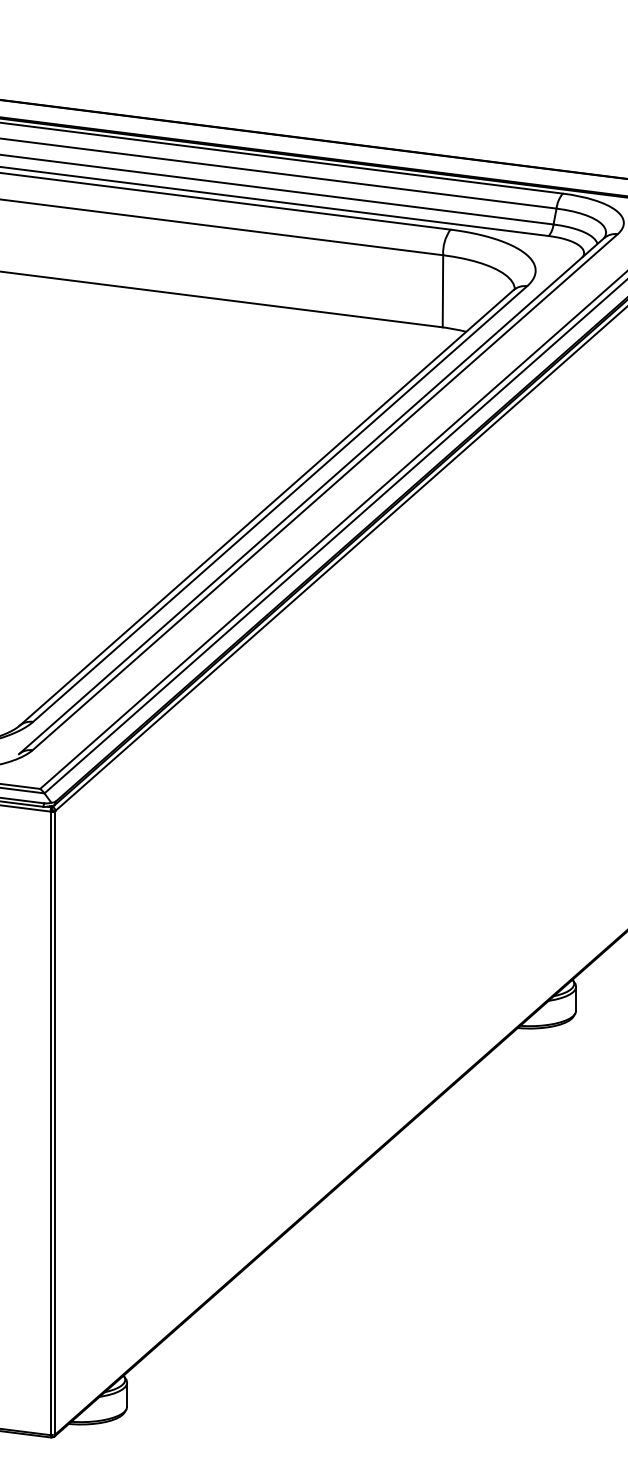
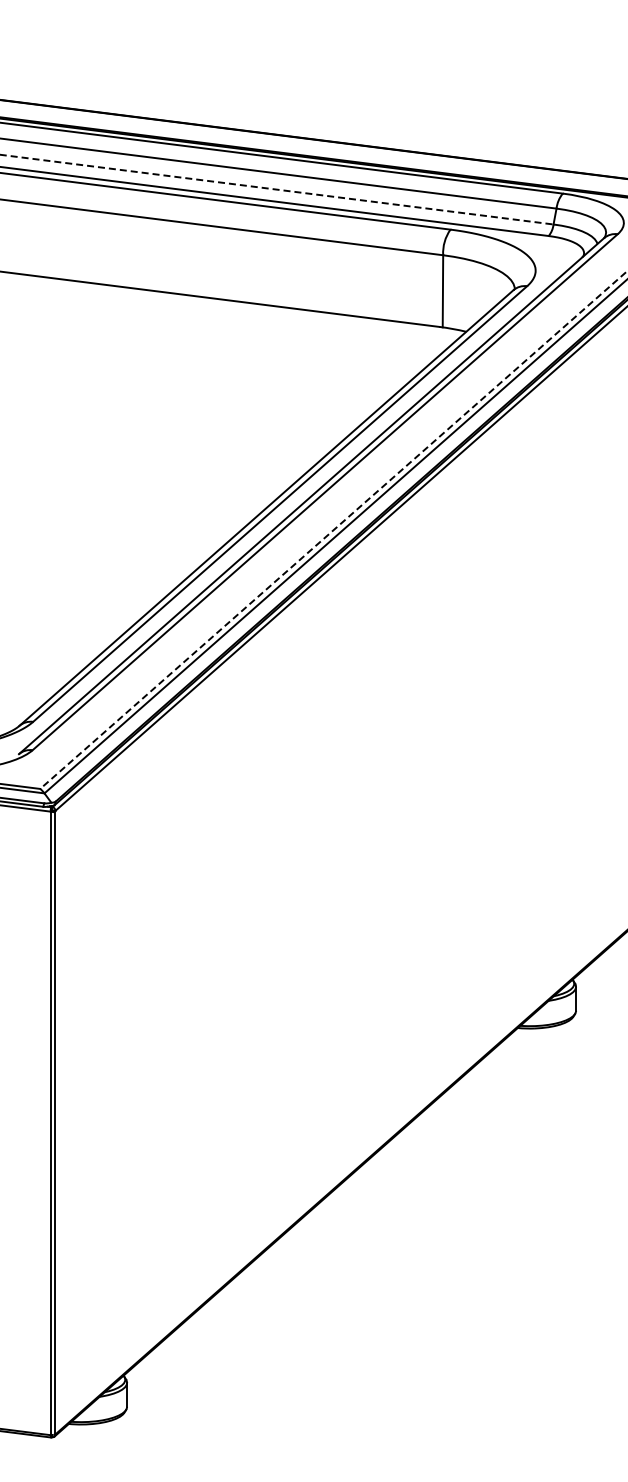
line at (277, 189): solid -> dashed
line at (333, 529): solid -> dashed
